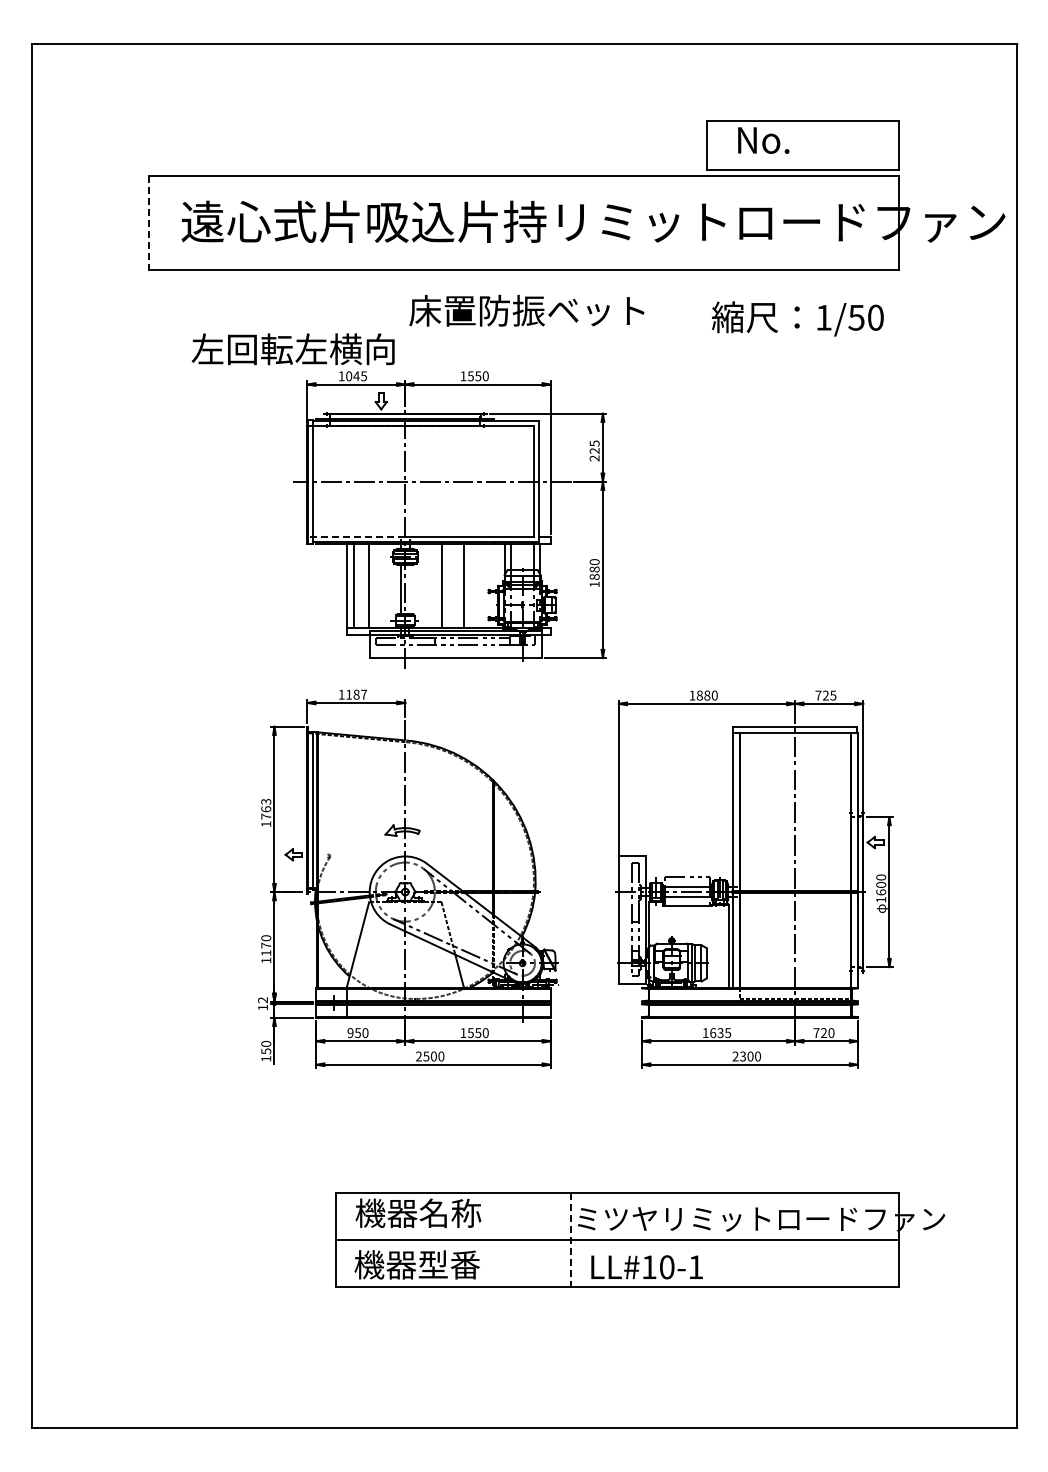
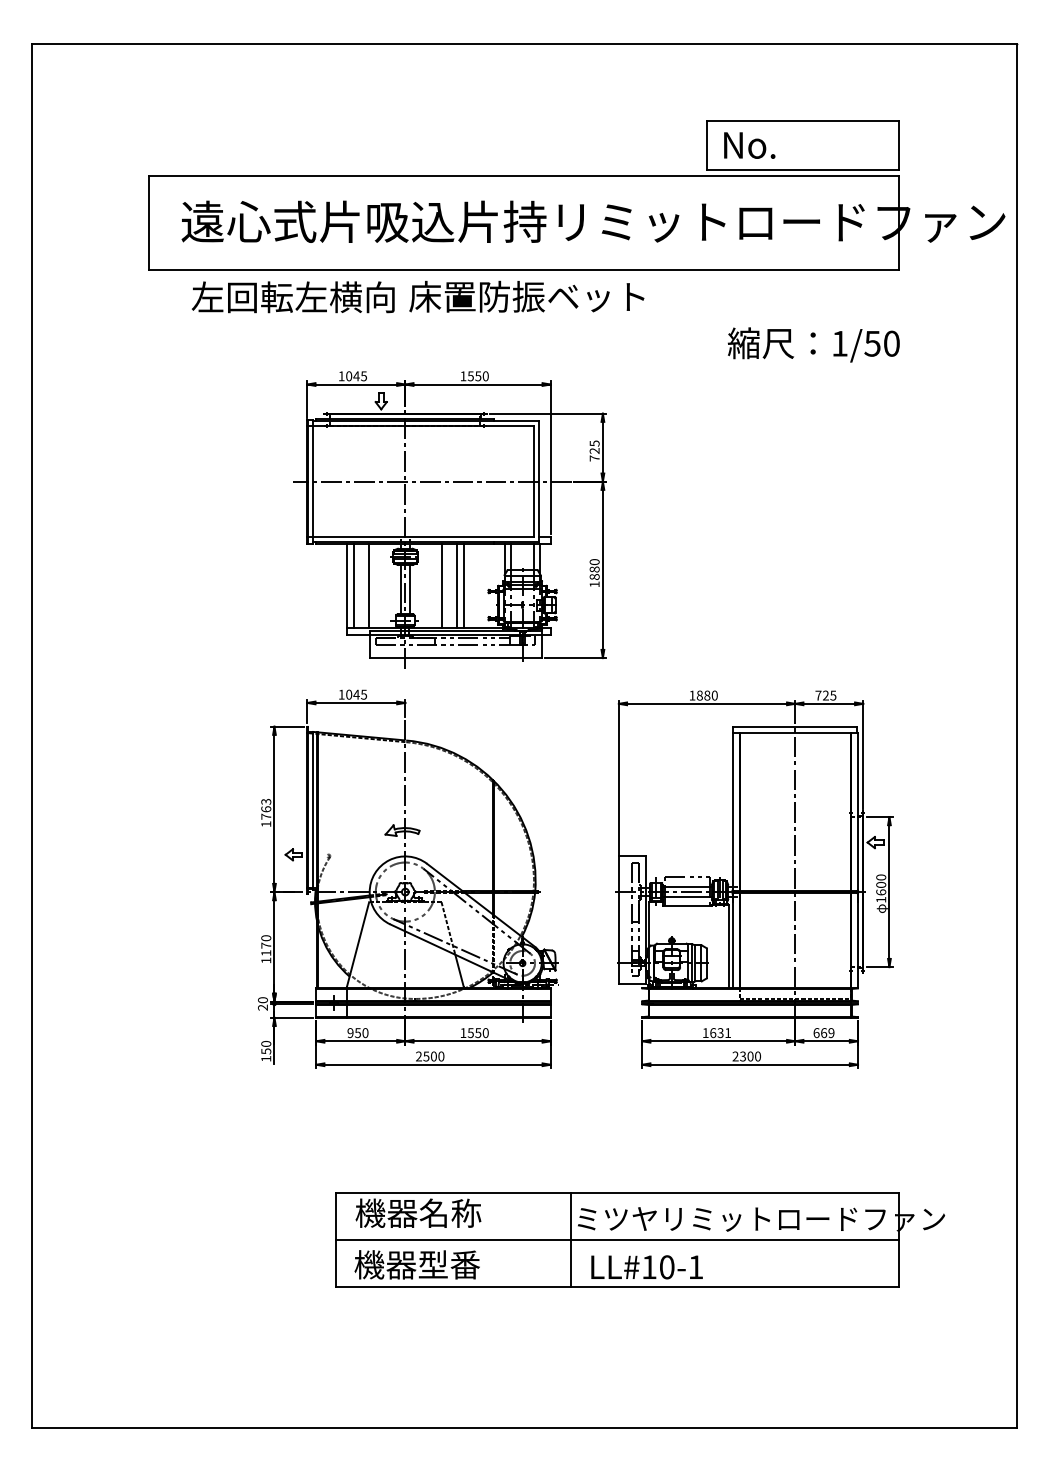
text at (763, 140) position: (763, 140) -> (749, 145)
line at (148, 222): dashed -> solid
text at (526, 310) position: (526, 310) -> (526, 296)
text at (797, 318) position: (797, 318) -> (813, 344)
text at (292, 349) position: (292, 349) -> (292, 297)
text at (594, 458): 225 -> 725
line at (355, 537): dashed -> solid
line at (456, 585): none -> present
line at (410, 589): none -> present
text at (356, 694): 1187 -> 1045
text at (262, 1003): 12 -> 20
text at (728, 1033): 1635 -> 1631
text at (823, 1033): 720 -> 669
line at (570, 1240): dashed -> solid
